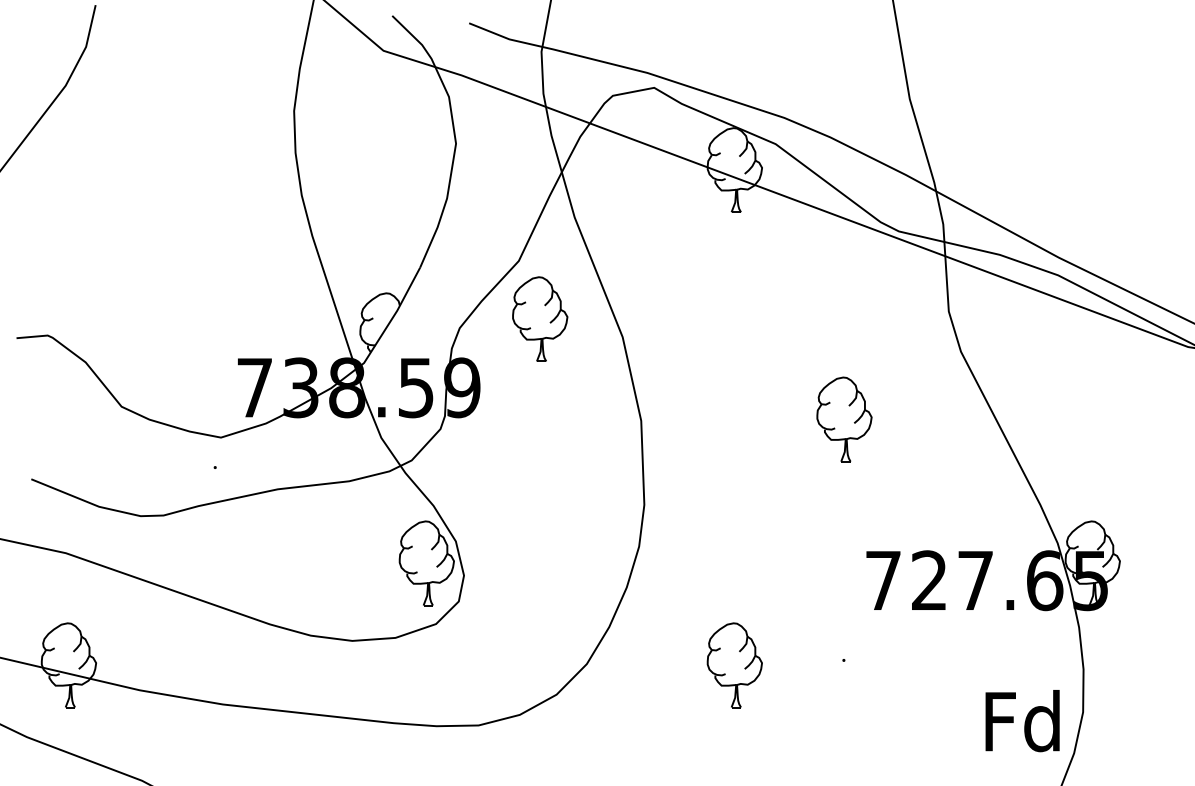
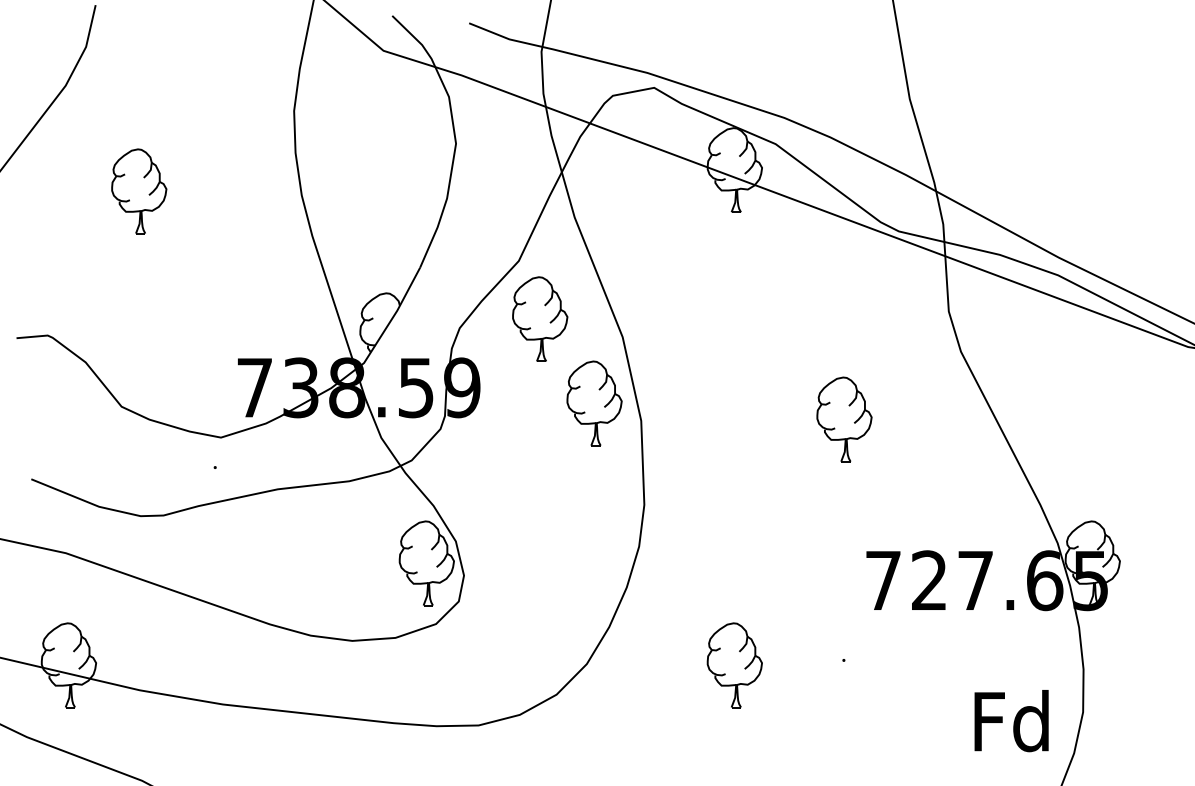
part at (139, 191): none -> present
part at (594, 403): none -> present
text at (1022, 721) position: (1022, 721) -> (1011, 721)
